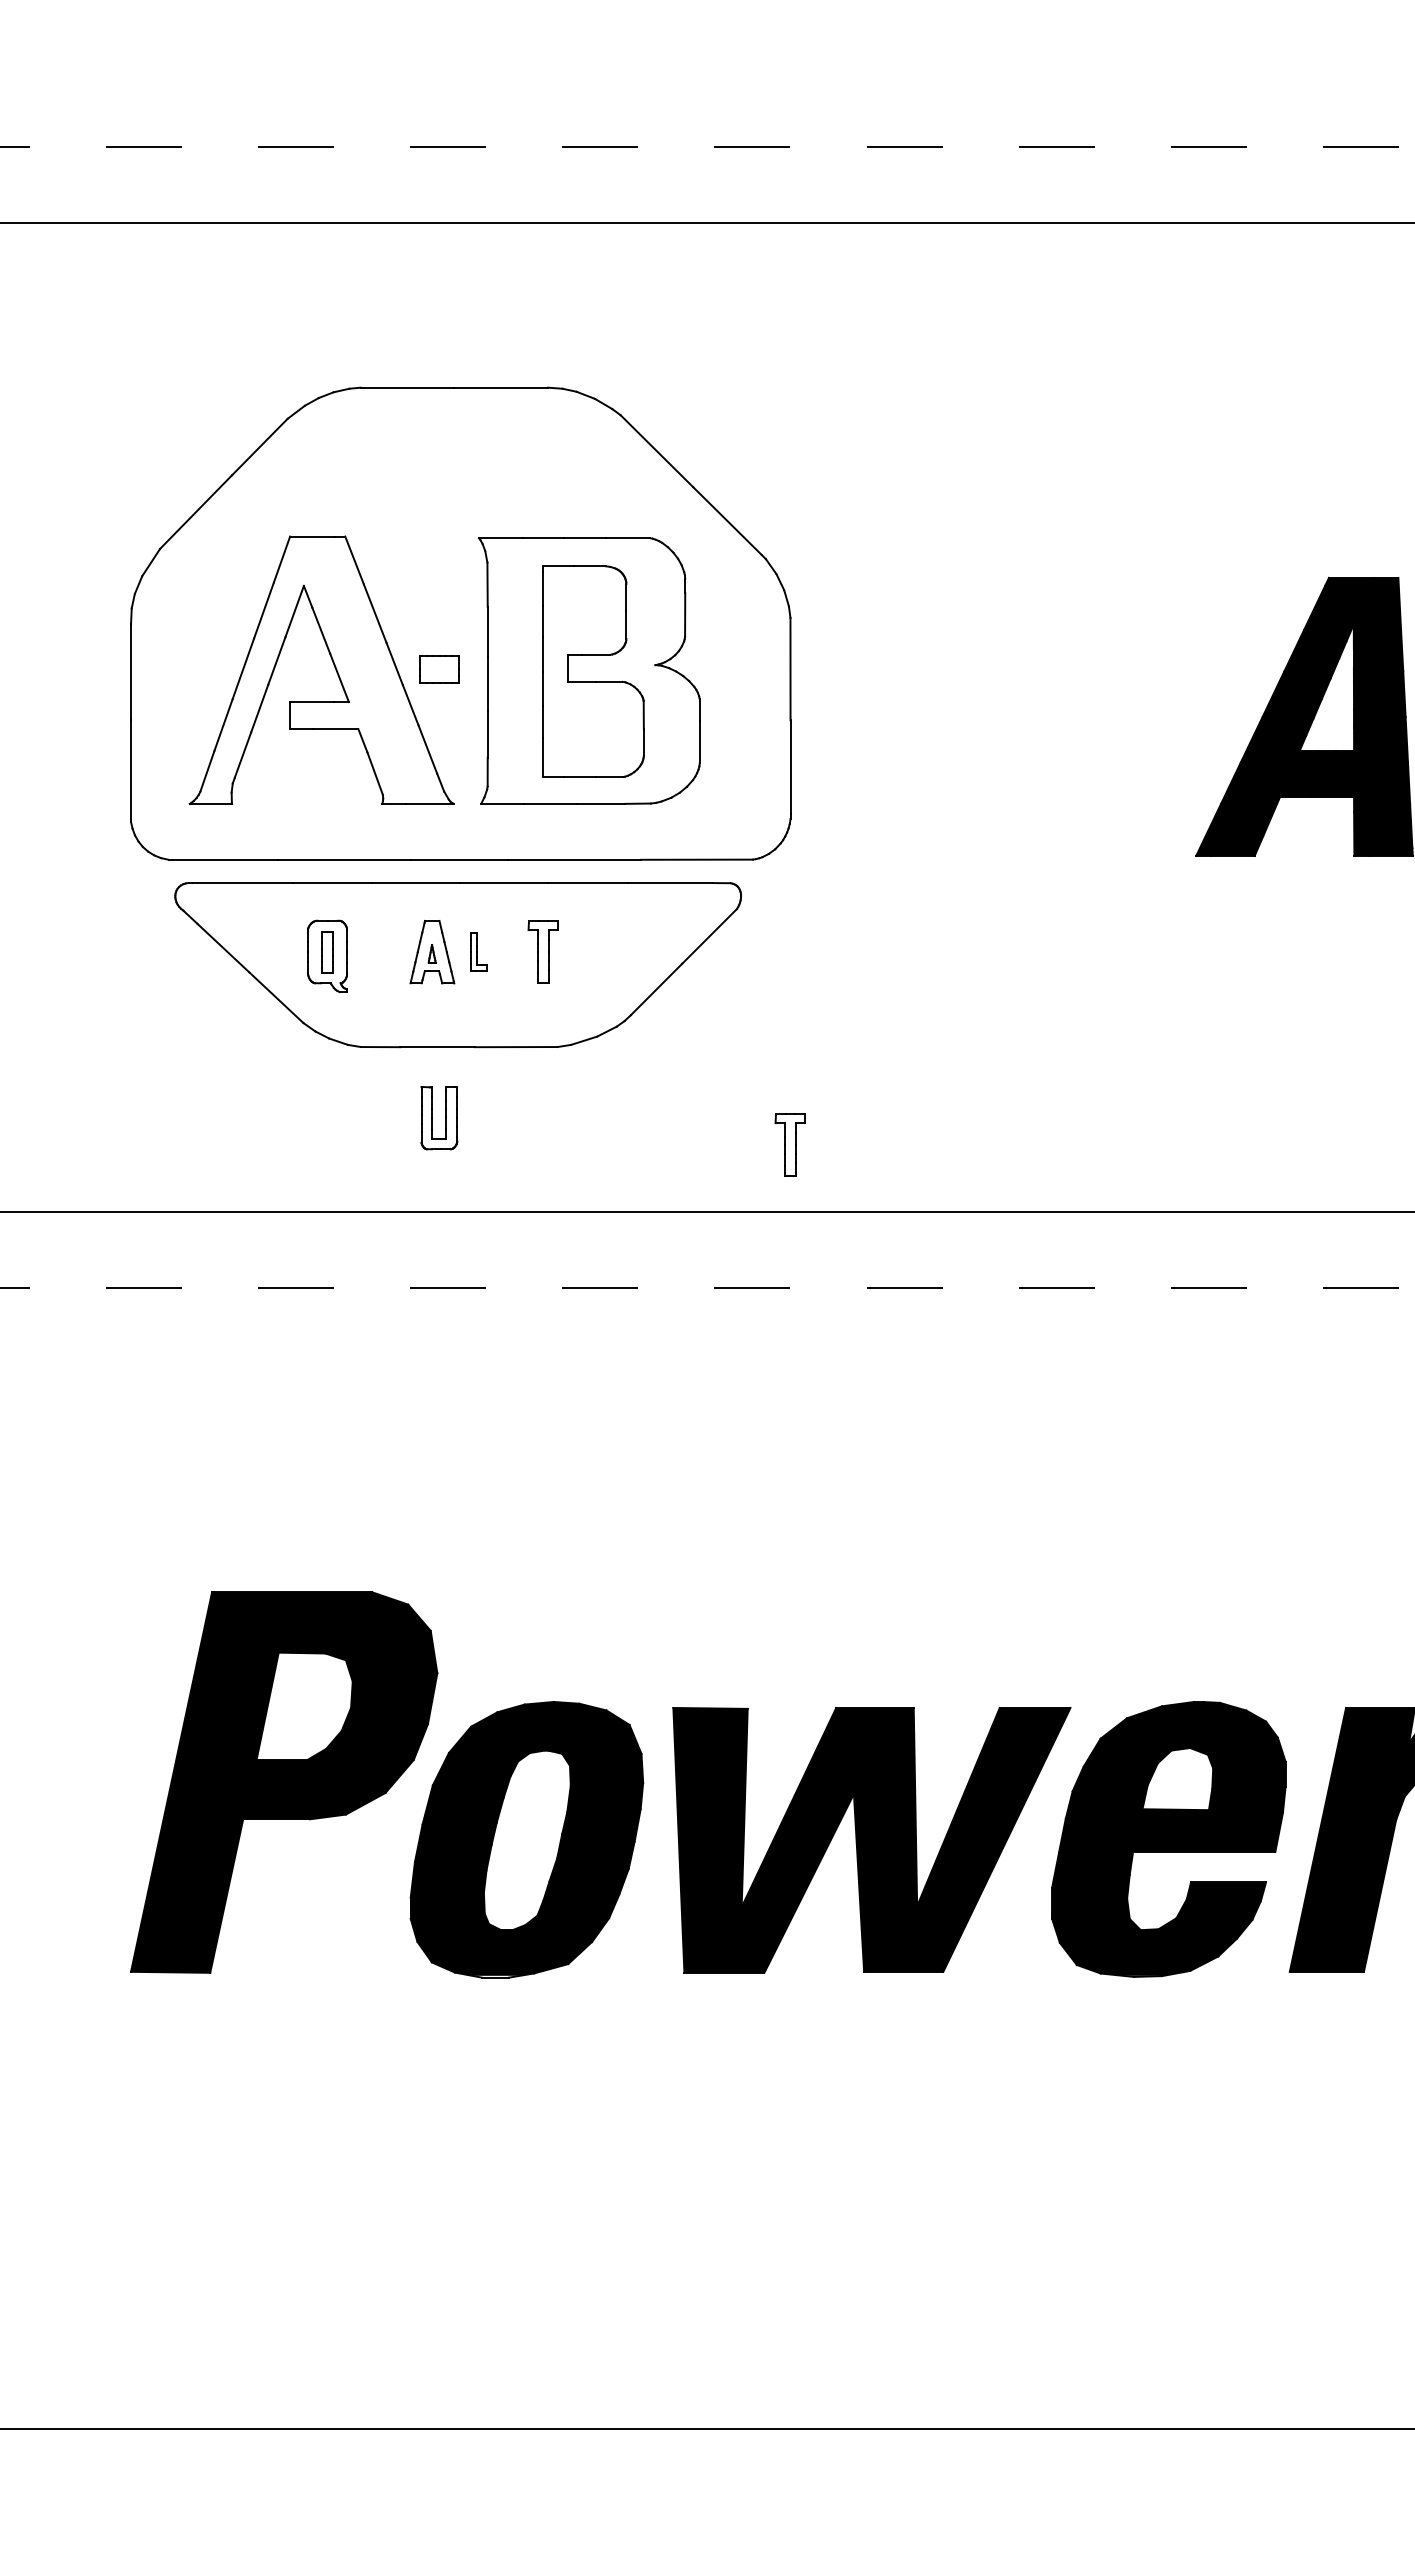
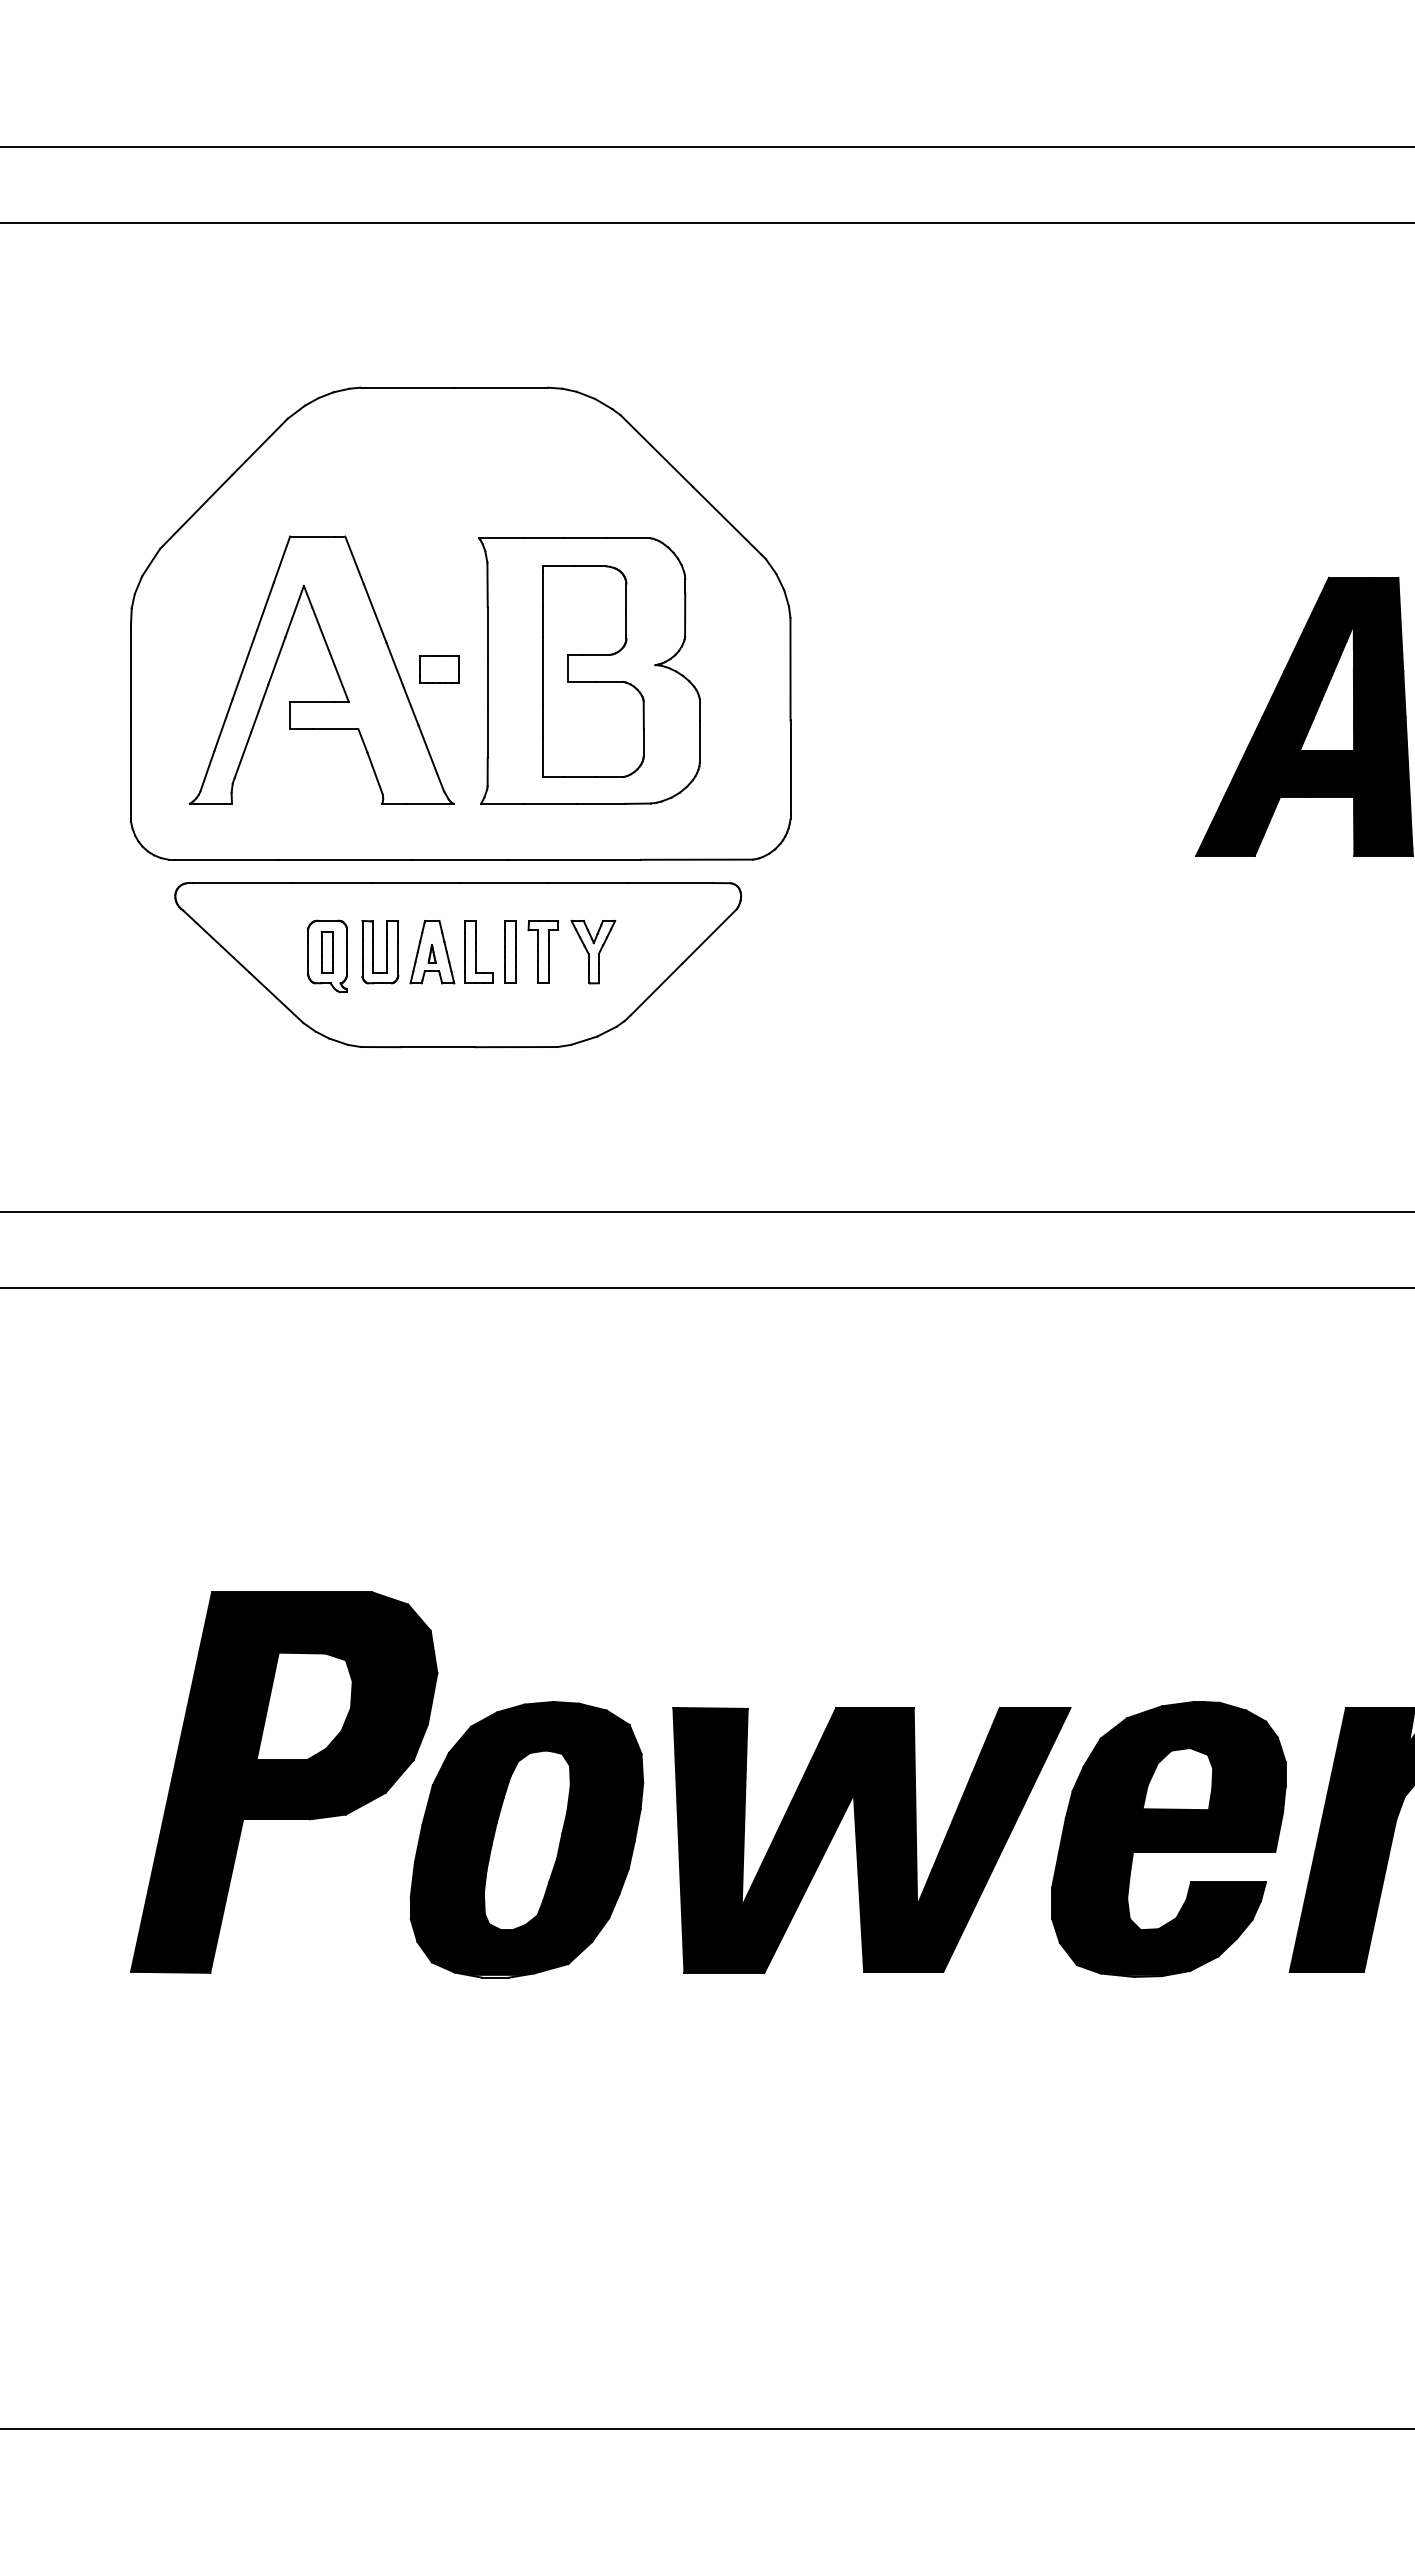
line at (708, 146): dashed -> solid
part at (478, 951) size: 18x40 px -> 30x64 px
part at (510, 951): none -> present
part at (593, 952): none -> present
part at (439, 1118) position: (439, 1118) -> (380, 952)
part at (789, 1144): present -> none
line at (708, 1288): dashed -> solid
